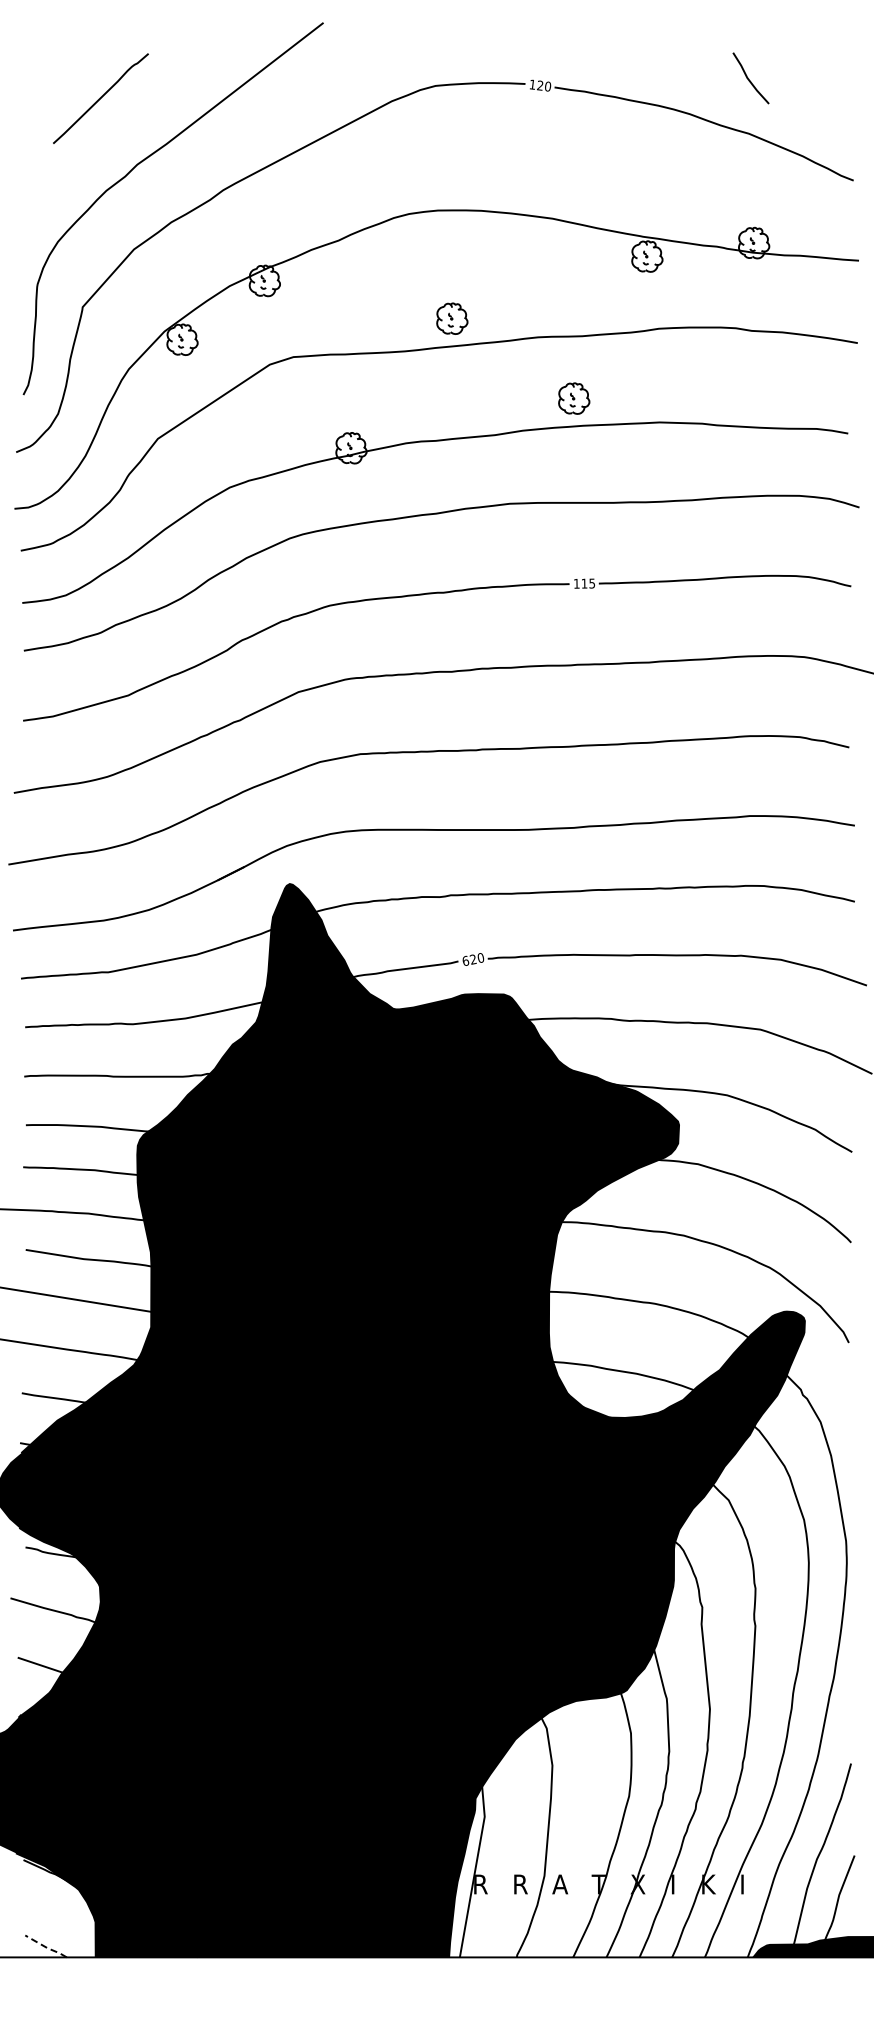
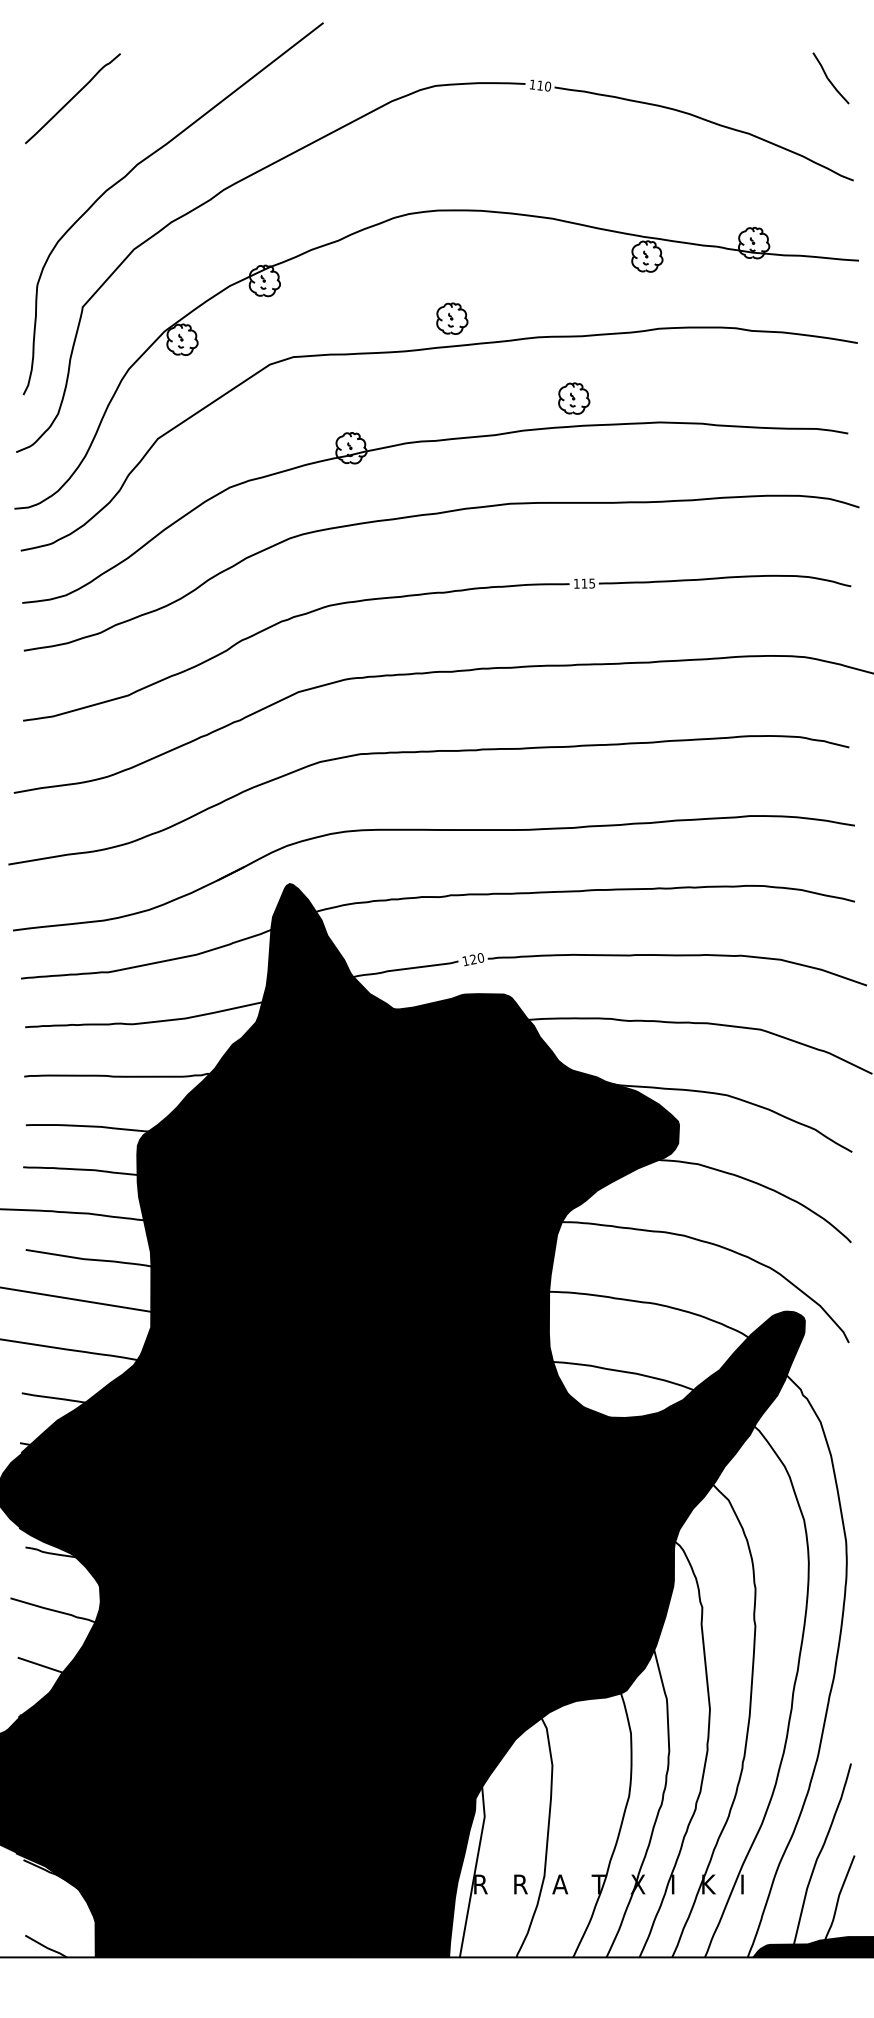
curve at (749, 79) position: (749, 79) -> (829, 79)
text at (540, 85): 120 -> 110
curve at (100, 98) position: (100, 98) -> (72, 98)
text at (465, 960): 620 -> 120
line at (46, 1947): dashed -> solid
